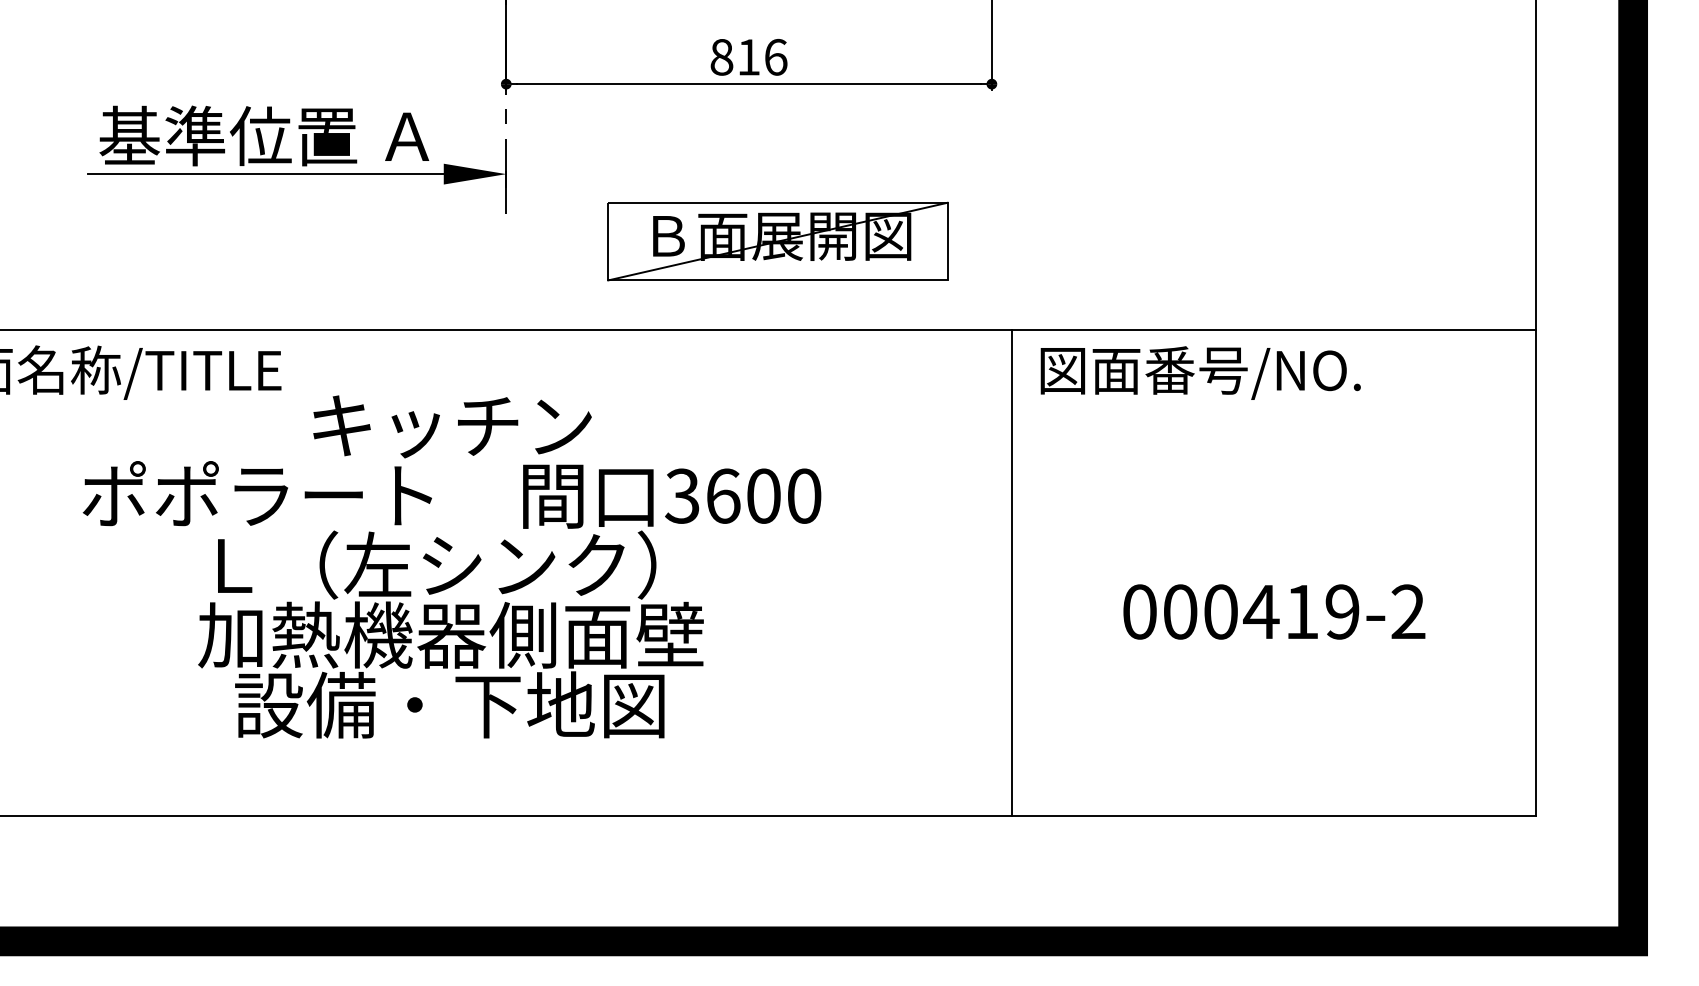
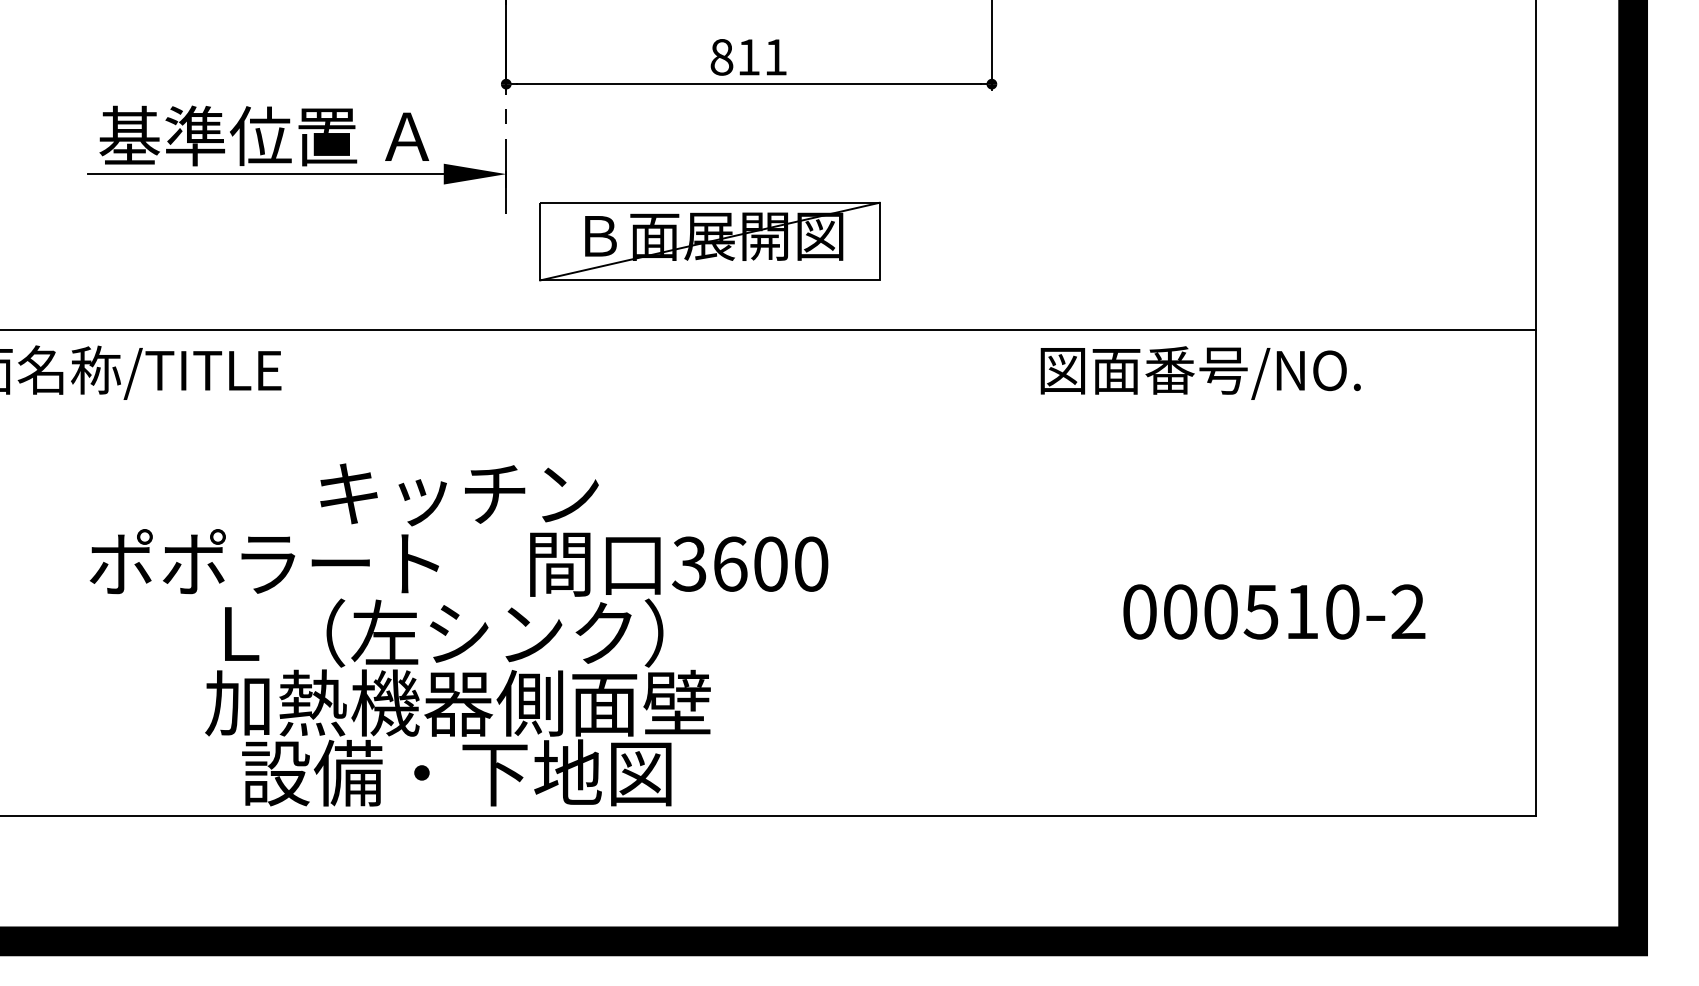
text at (776, 56): 816 -> 811
part at (777, 241) position: (777, 241) -> (709, 241)
text at (451, 566) position: (451, 566) -> (458, 634)
line at (1012, 572): present -> none
text at (1301, 611): 000419-2 -> 000510-2
